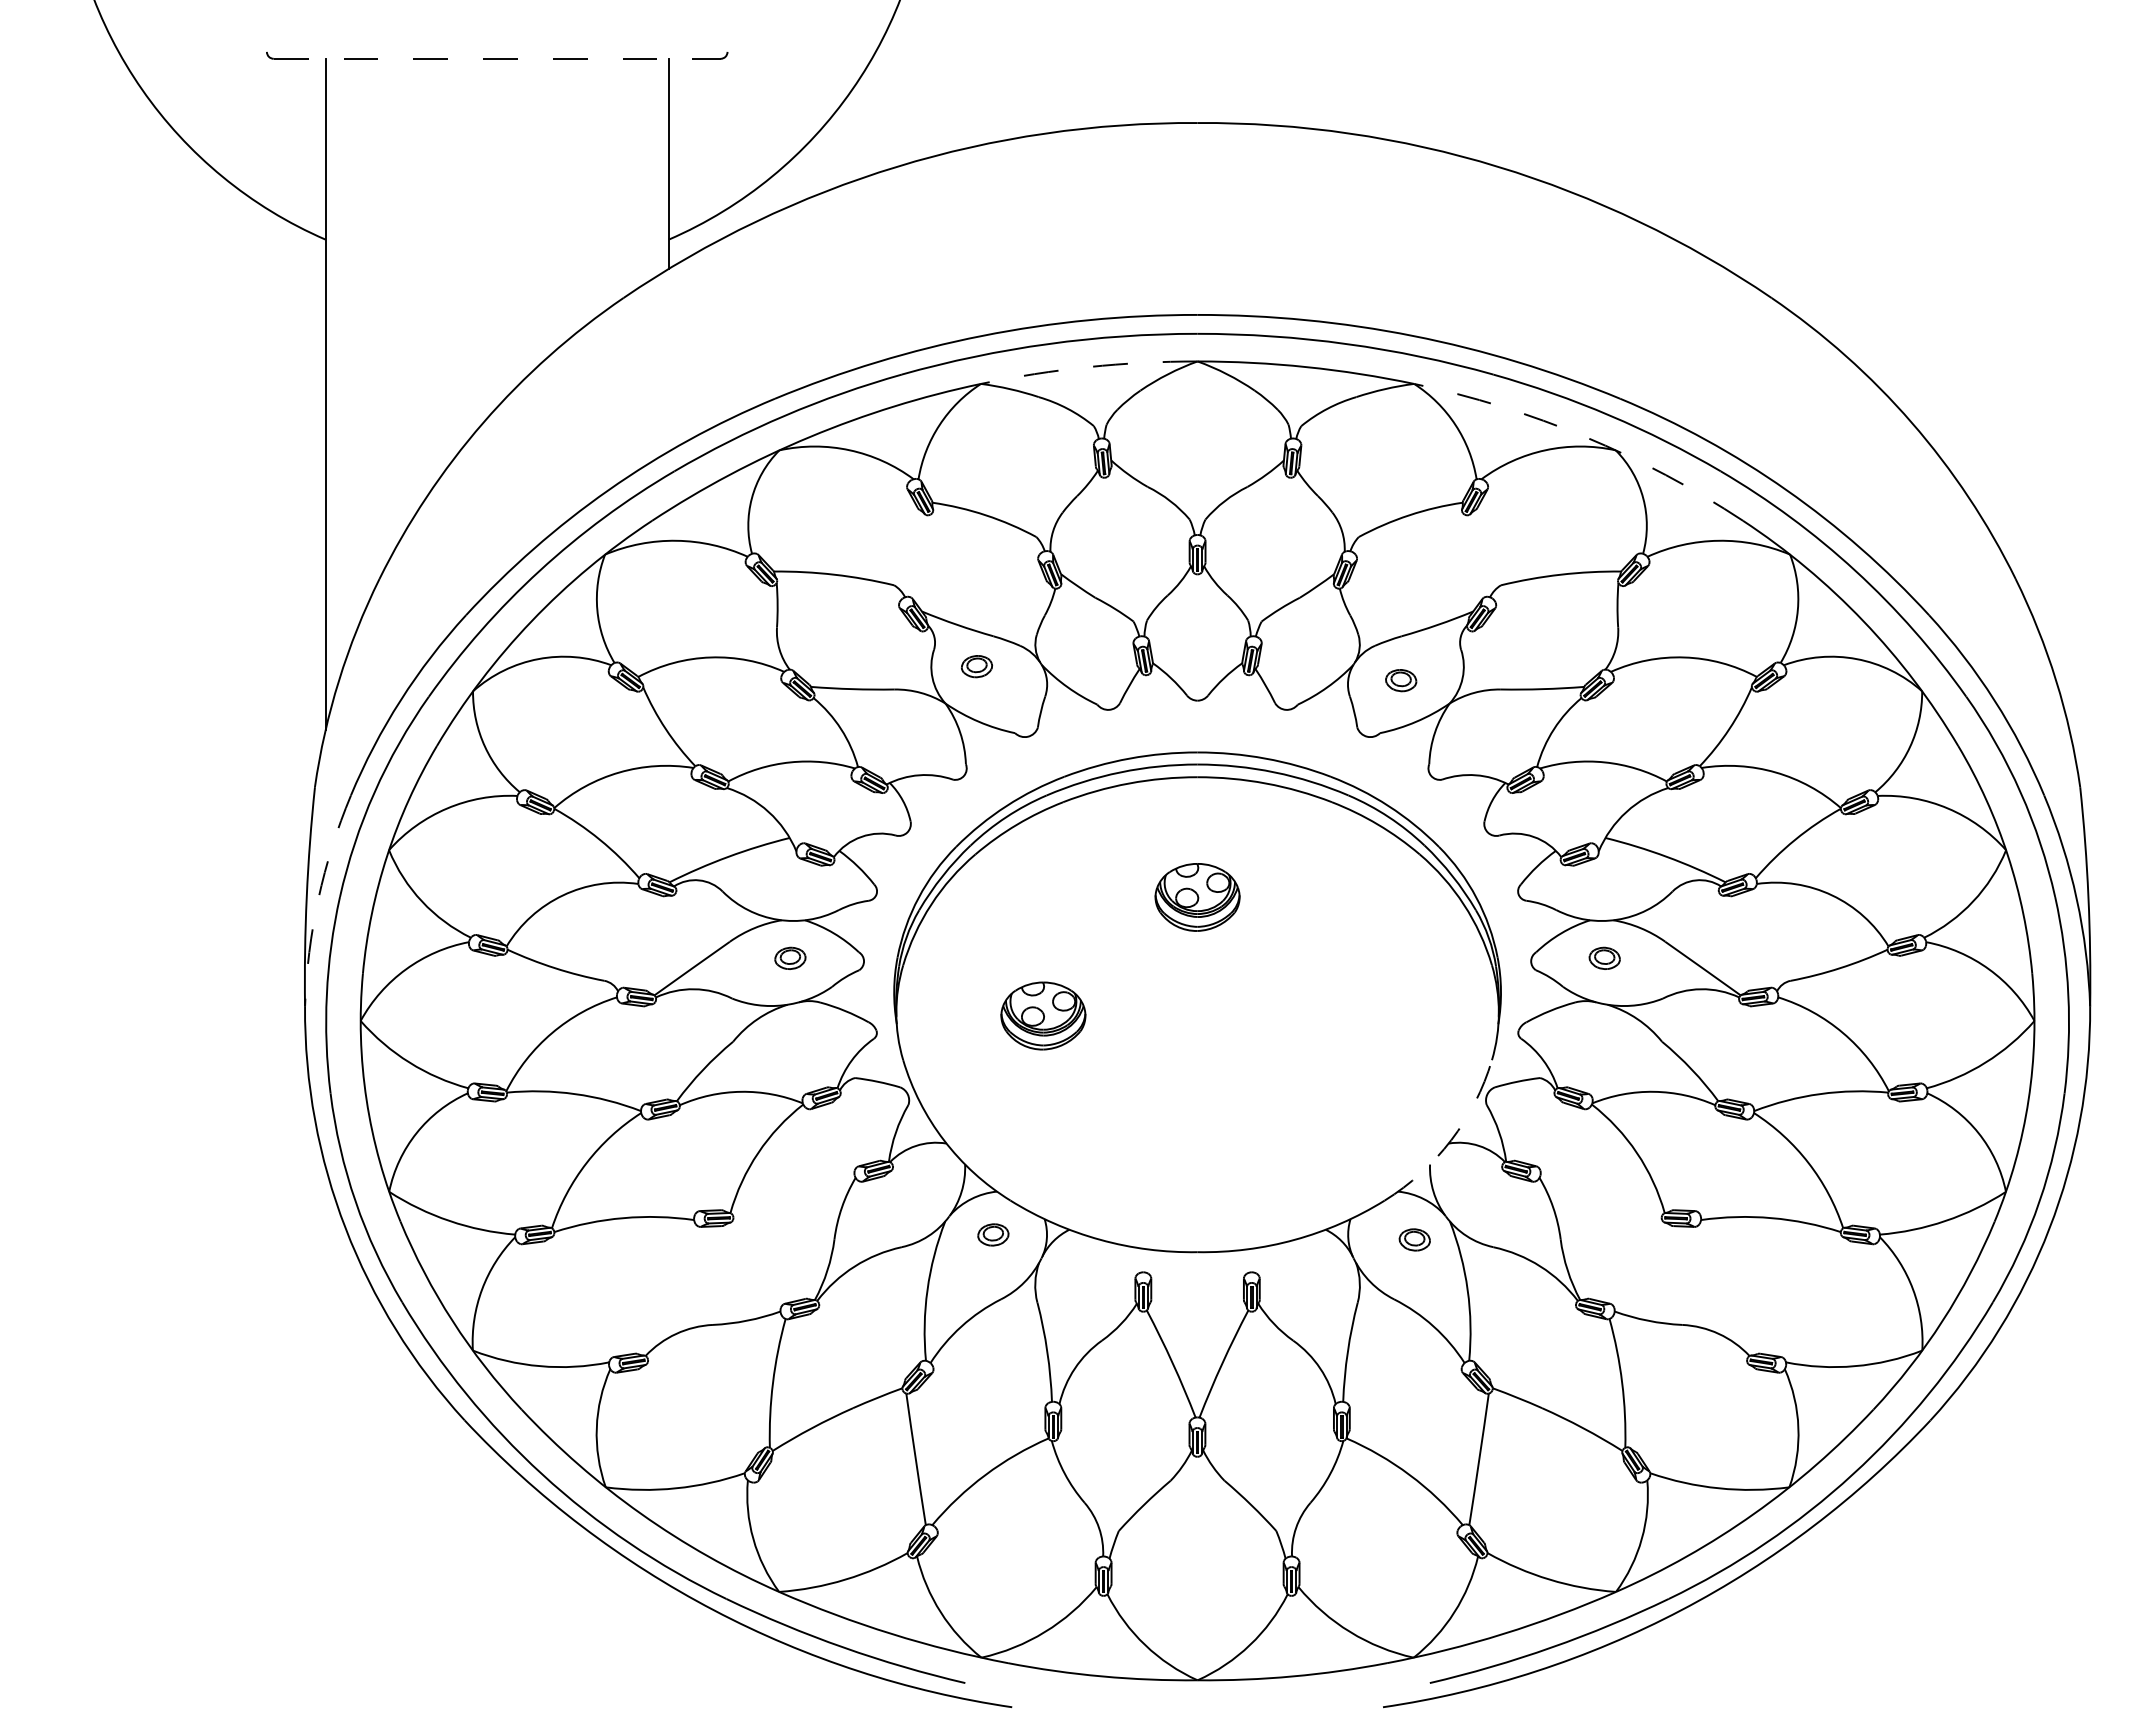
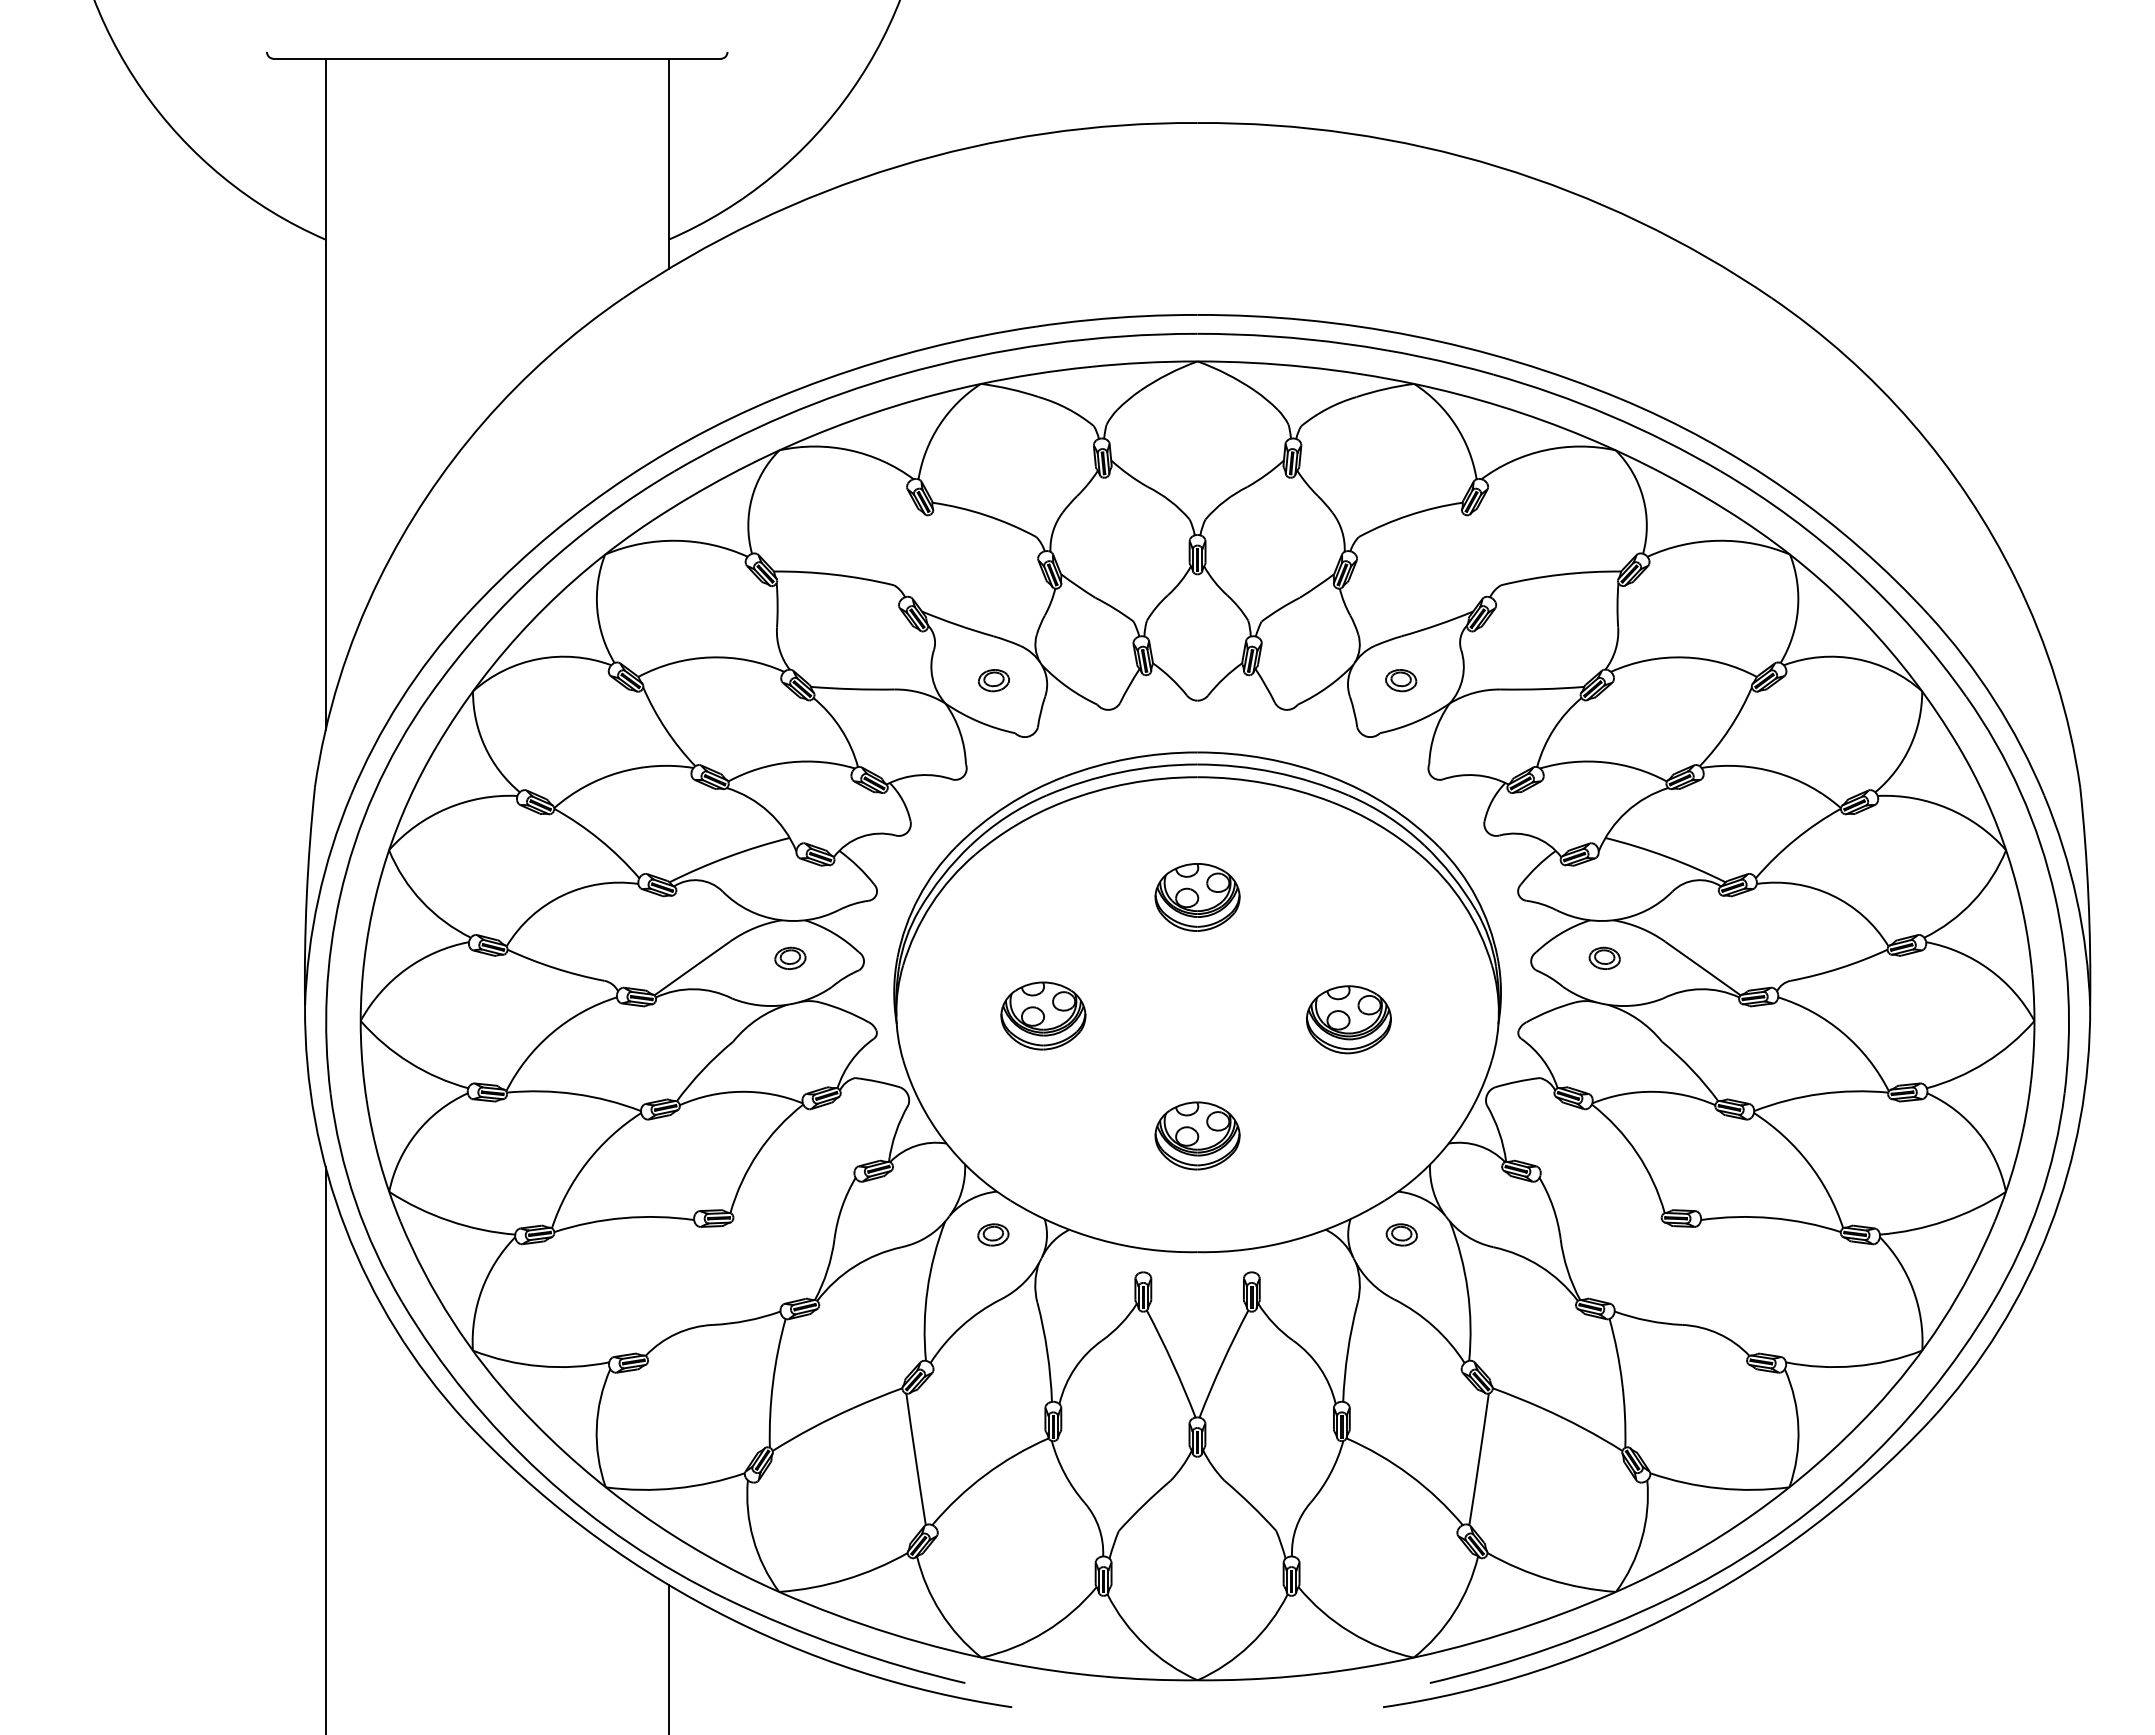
line at (497, 58): dashed -> solid
arc at (1088, 367): dashed -> solid
arc at (1585, 436): dashed -> solid
part at (976, 666) position: (976, 666) -> (993, 680)
arc at (318, 898): dashed -> solid
part at (1348, 1019): none -> present
part at (1197, 1135): none -> present
arc at (1451, 1140): dashed -> solid
part at (1414, 1239) position: (1414, 1239) -> (1401, 1234)
line at (325, 1448): none -> present
line at (668, 1658): none -> present
